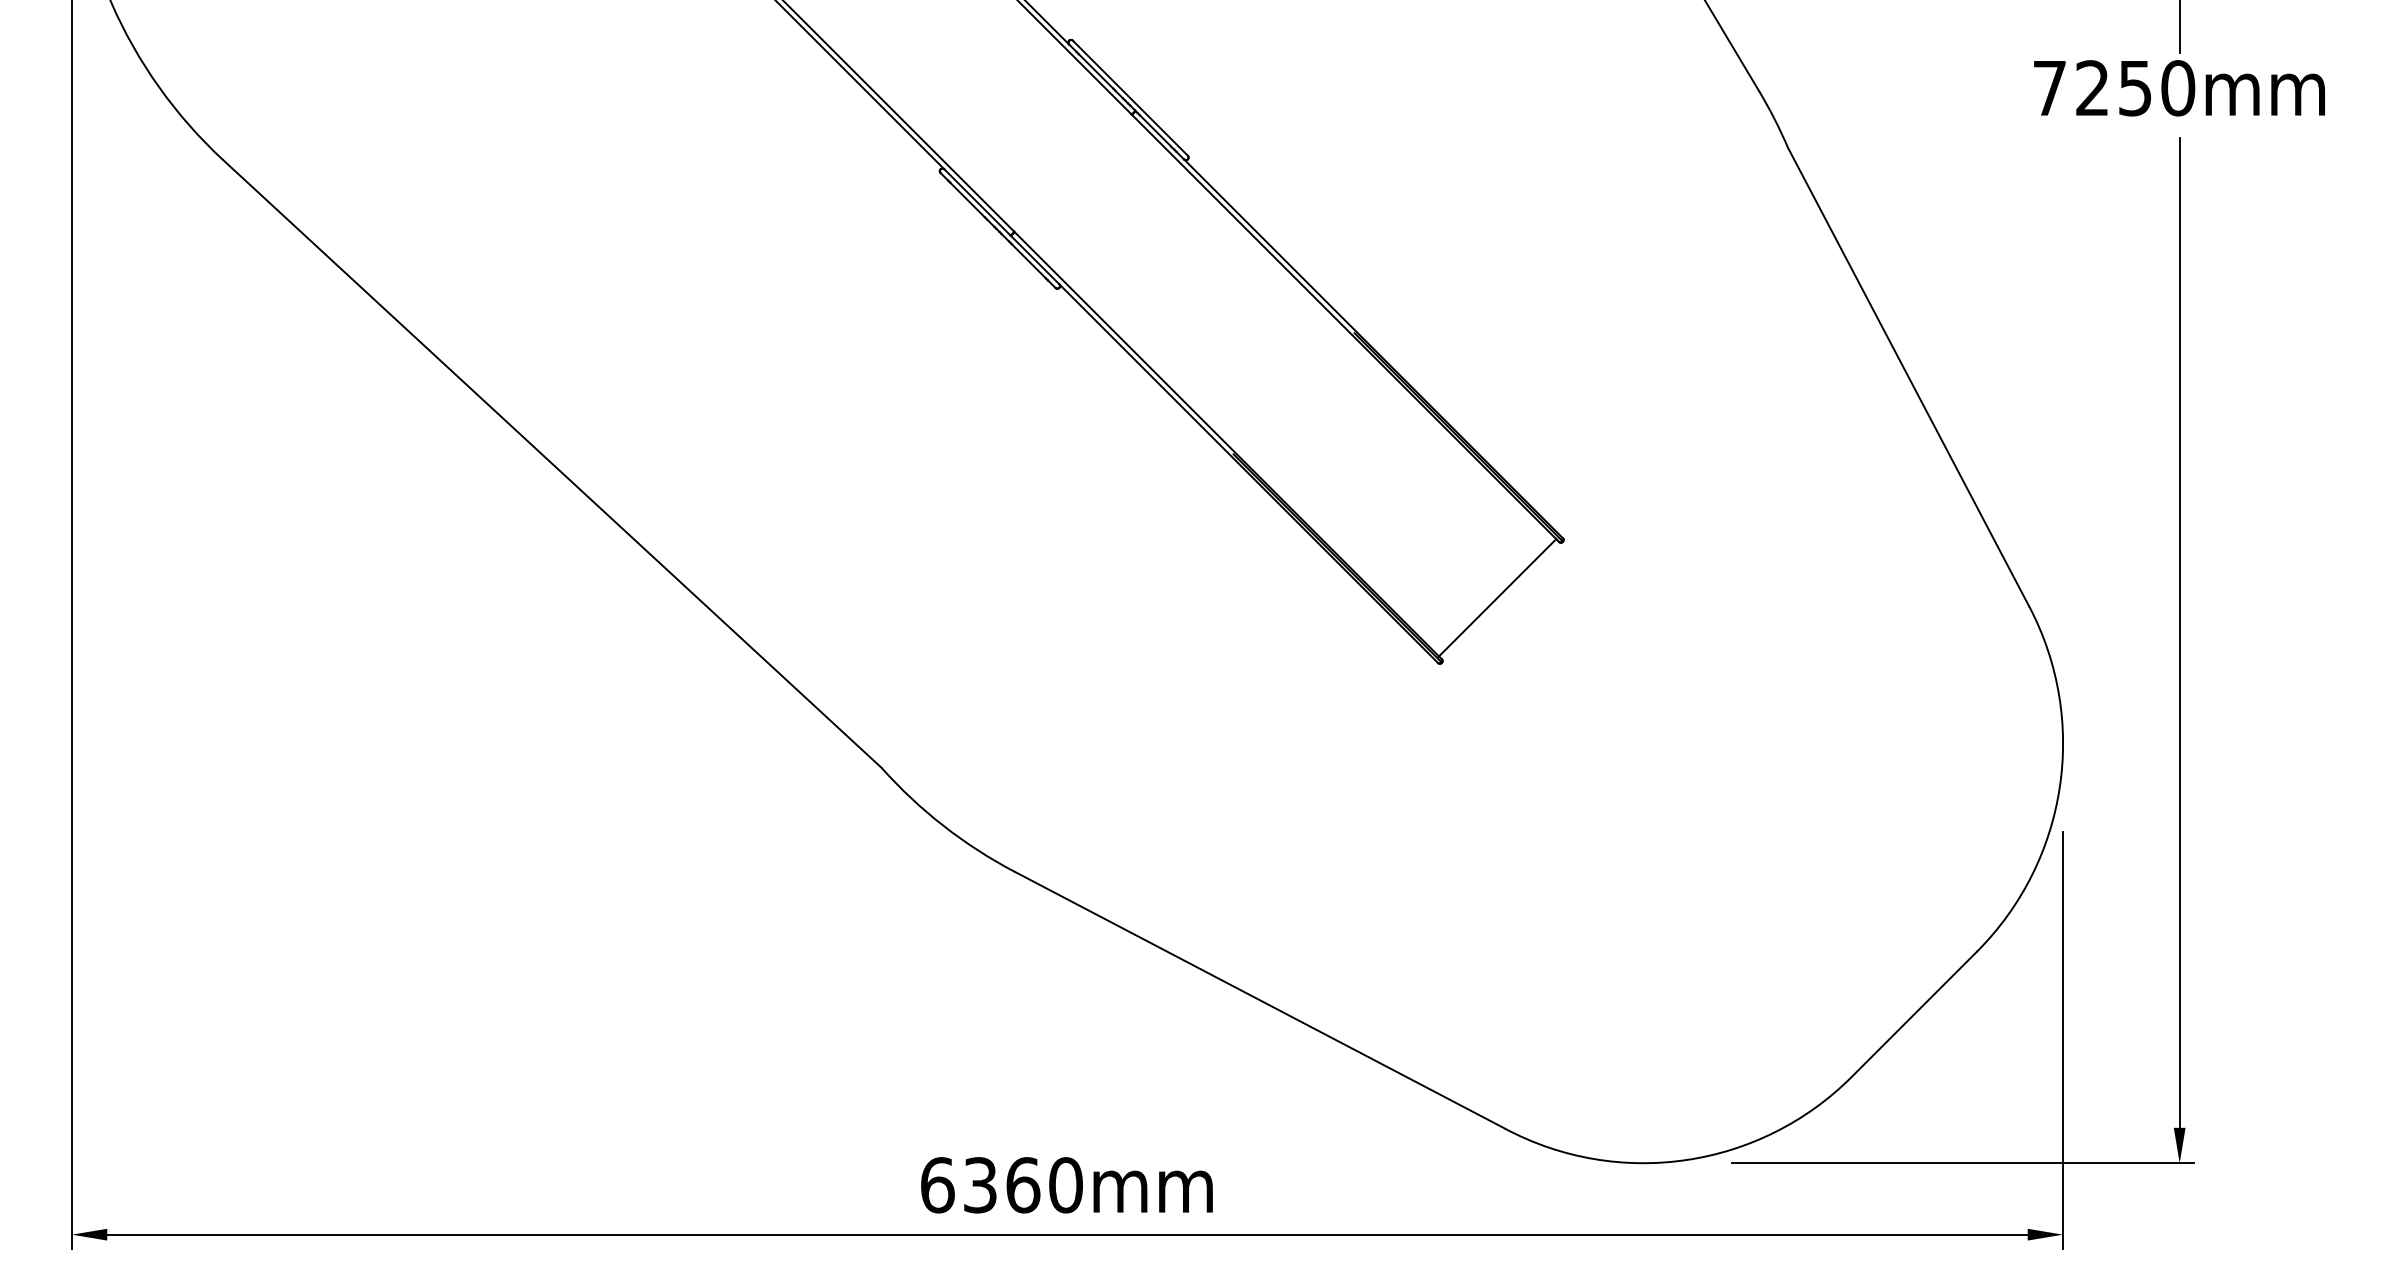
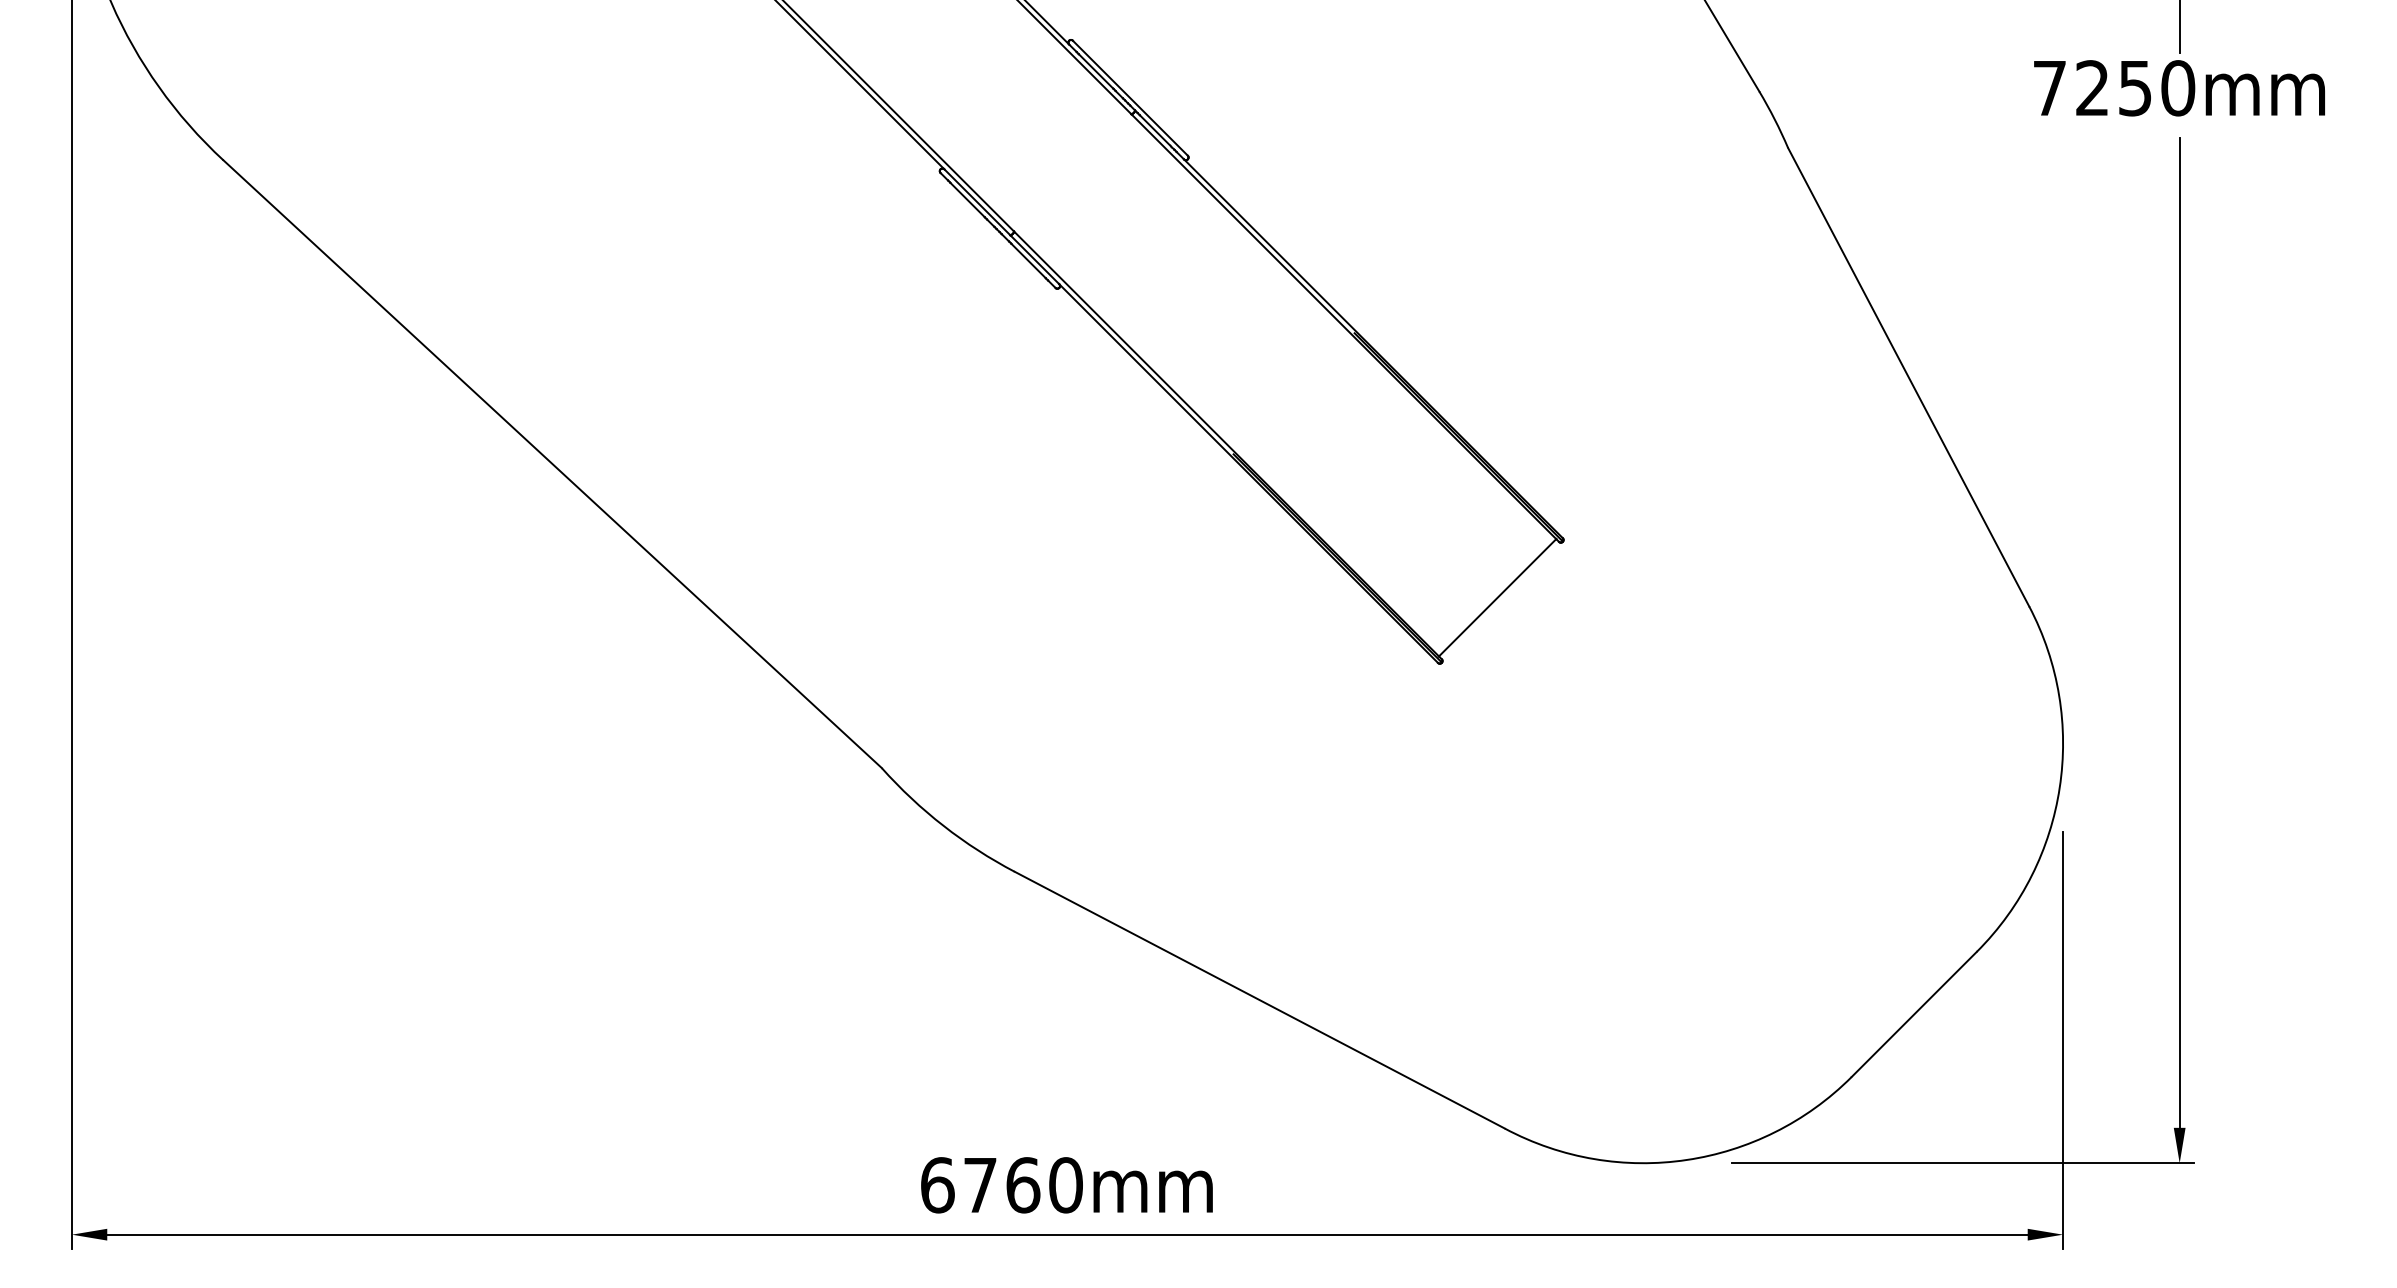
text at (980, 1185): 6360mm -> 6760mm
